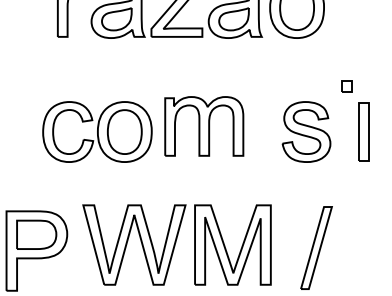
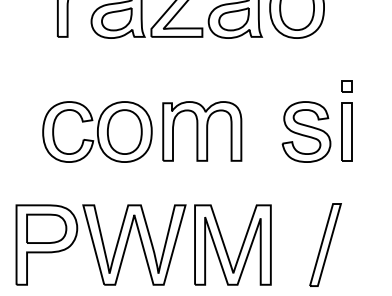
part at (204, 126) position: (204, 126) -> (202, 131)
part at (363, 131) position: (363, 131) -> (346, 131)
part at (316, 247) position: (316, 247) -> (325, 244)
part at (36, 250) position: (36, 250) -> (46, 244)
